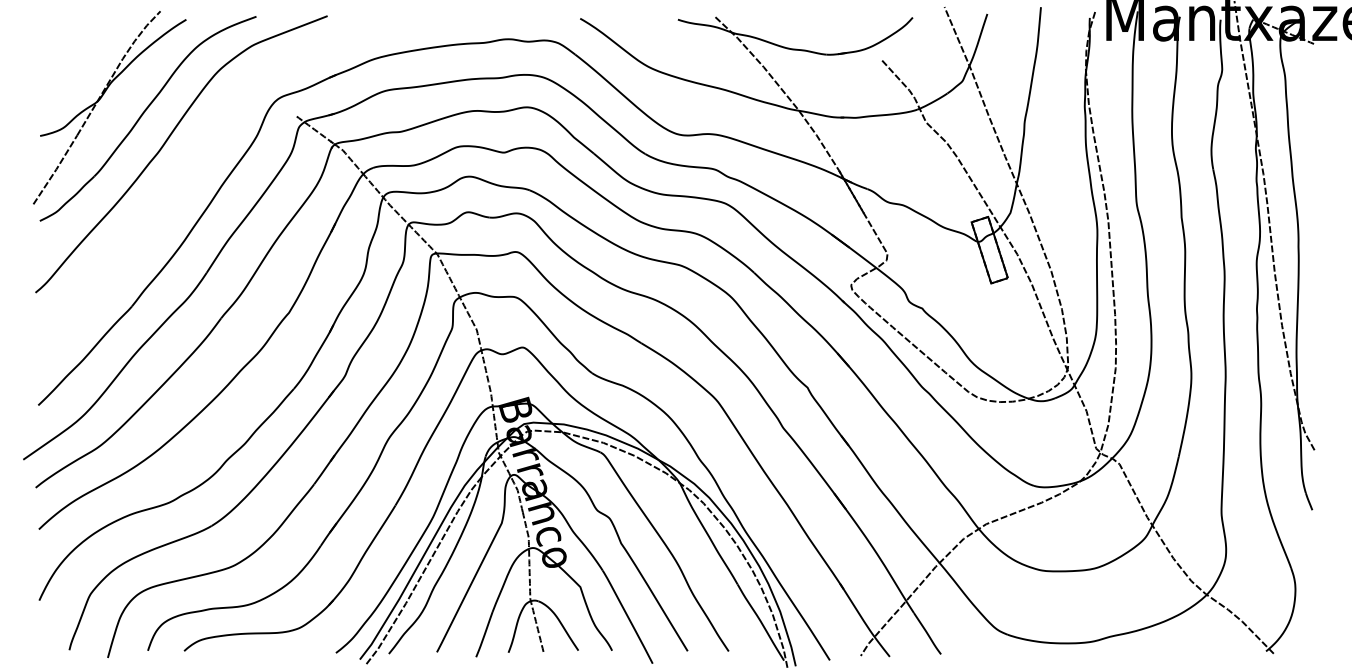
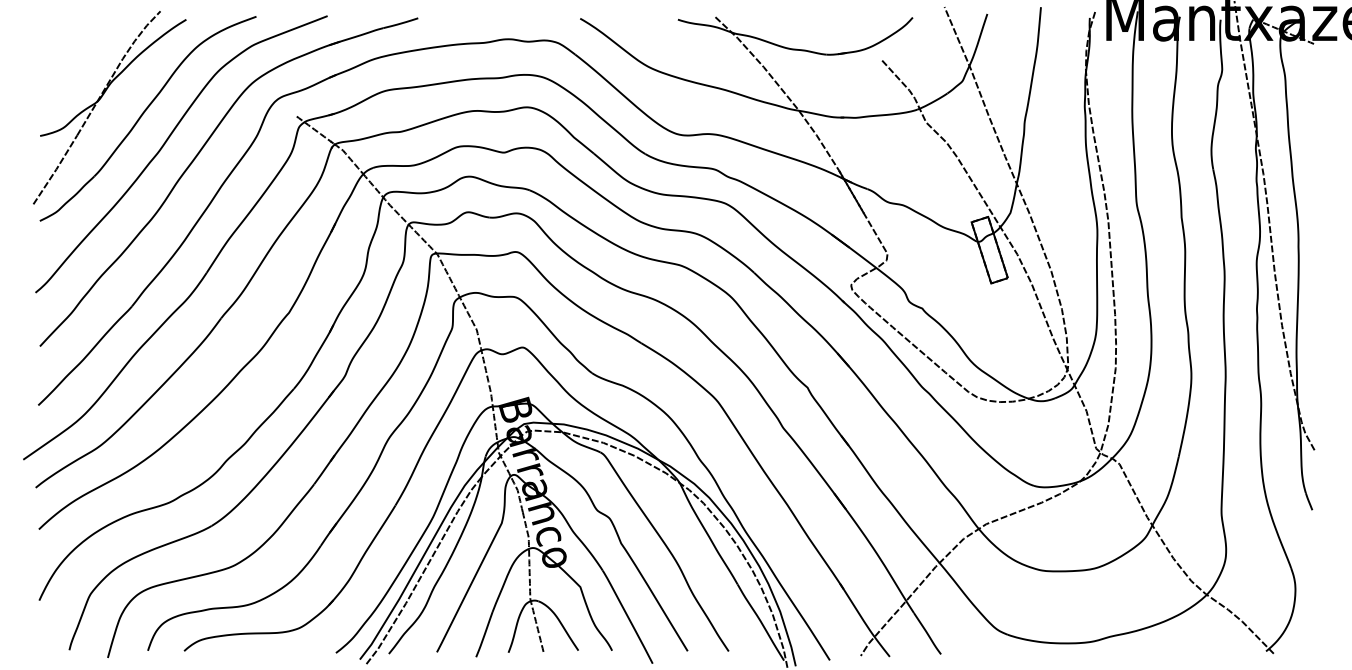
part at (195, 159): none -> present
